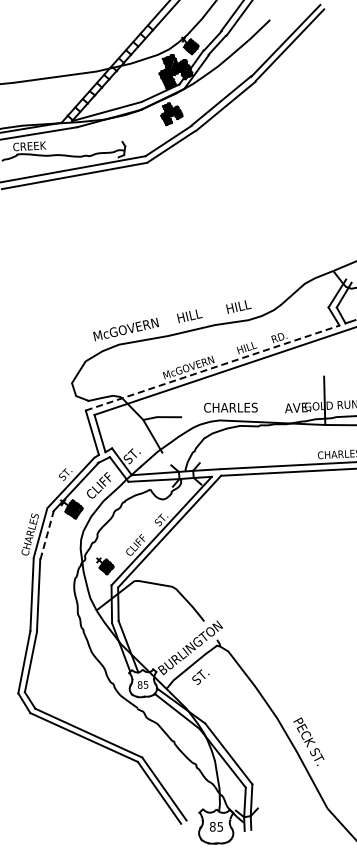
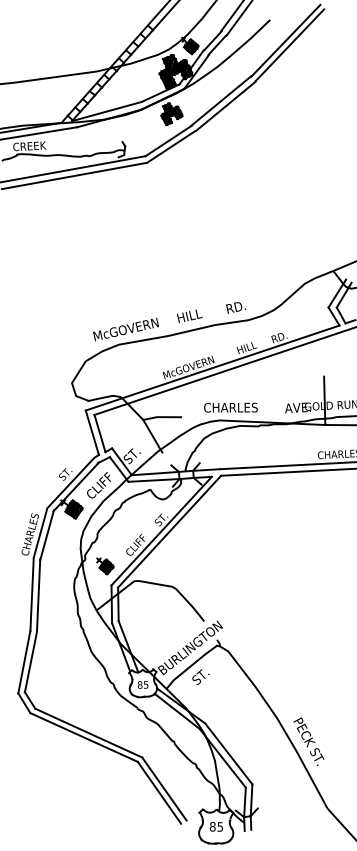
text at (239, 305): HILL -> RD.
line at (212, 368): dashed -> solid
line at (47, 535): dashed -> solid
